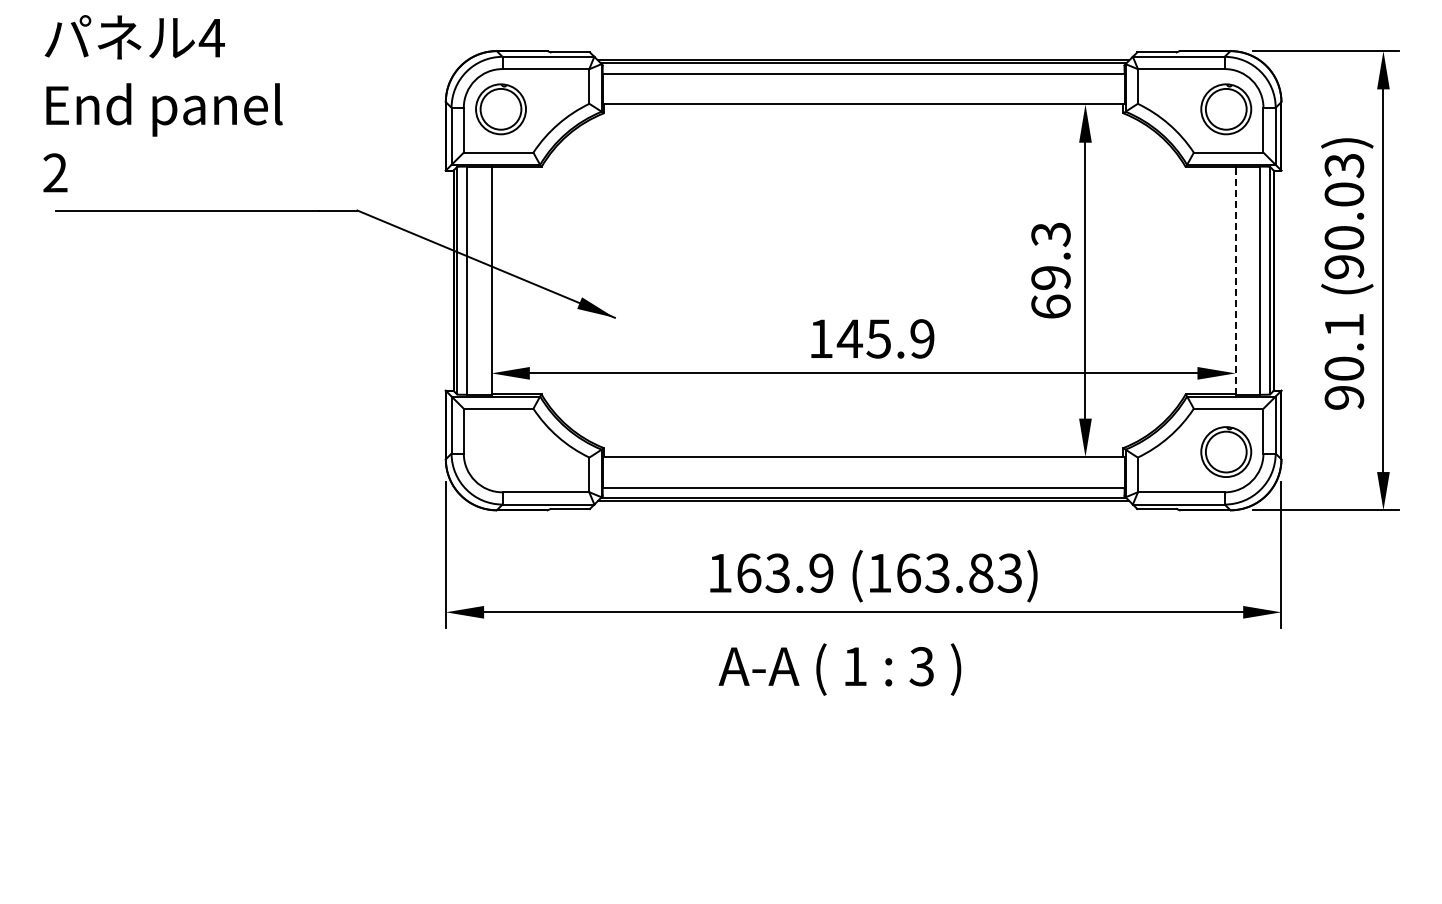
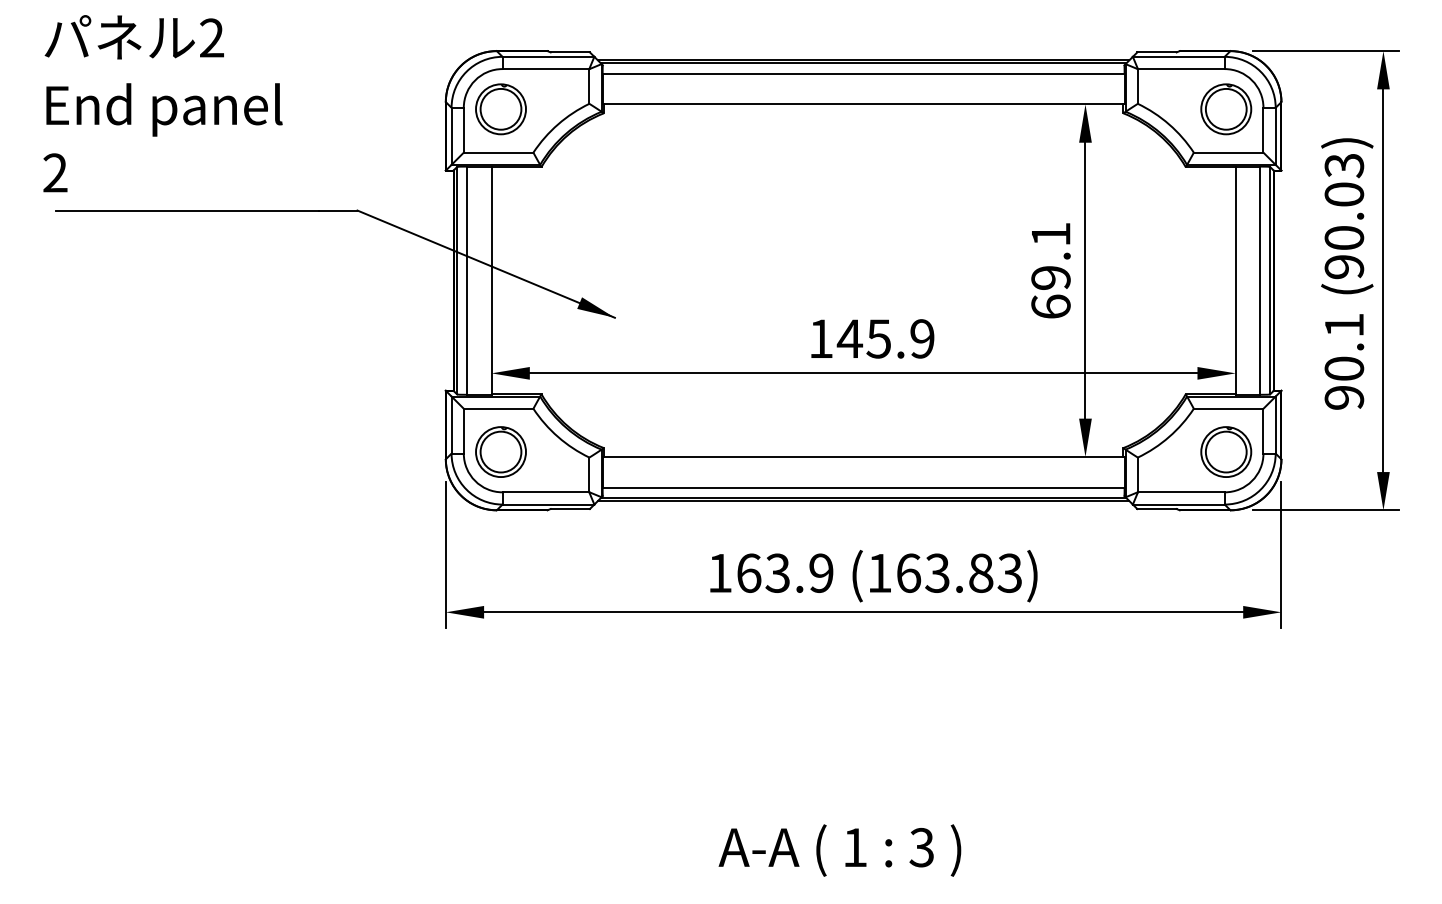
text at (211, 37): 4 -> 2
text at (1050, 234): 69.3 -> 69.1
line at (1235, 280): dashed -> solid
part at (500, 451): none -> present
text at (839, 669) position: (839, 669) -> (839, 850)
